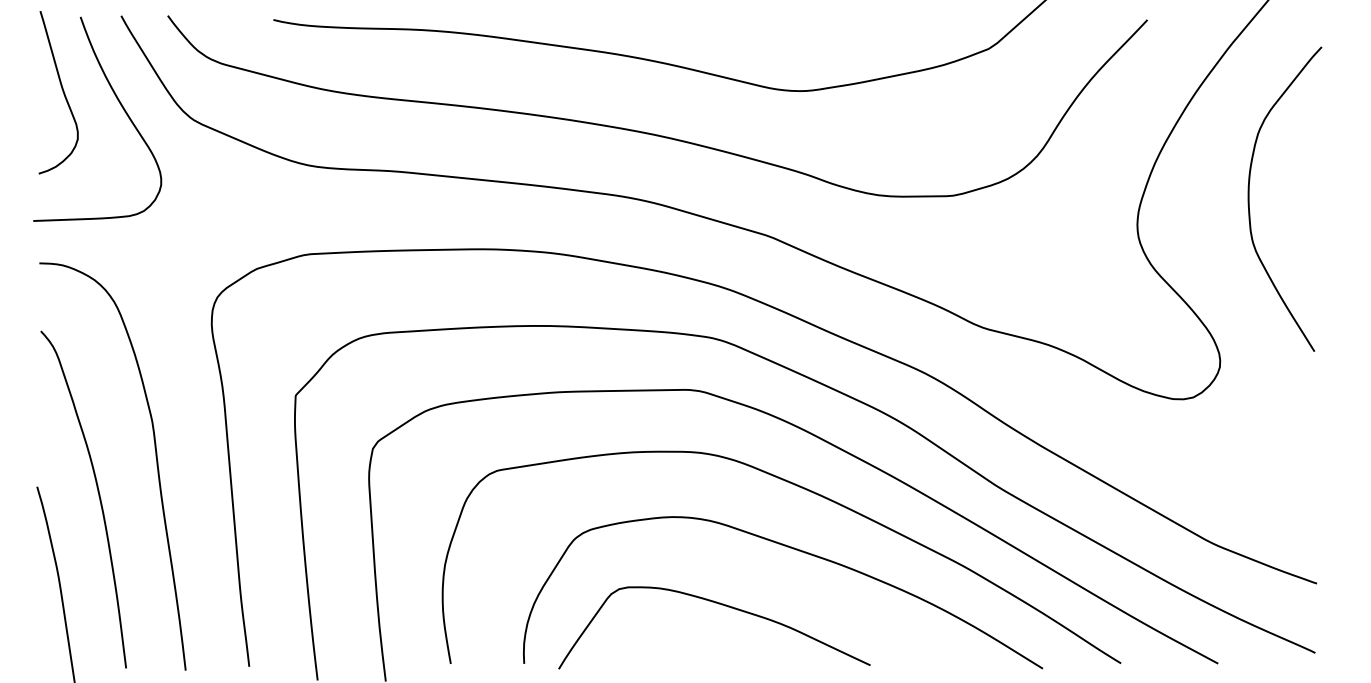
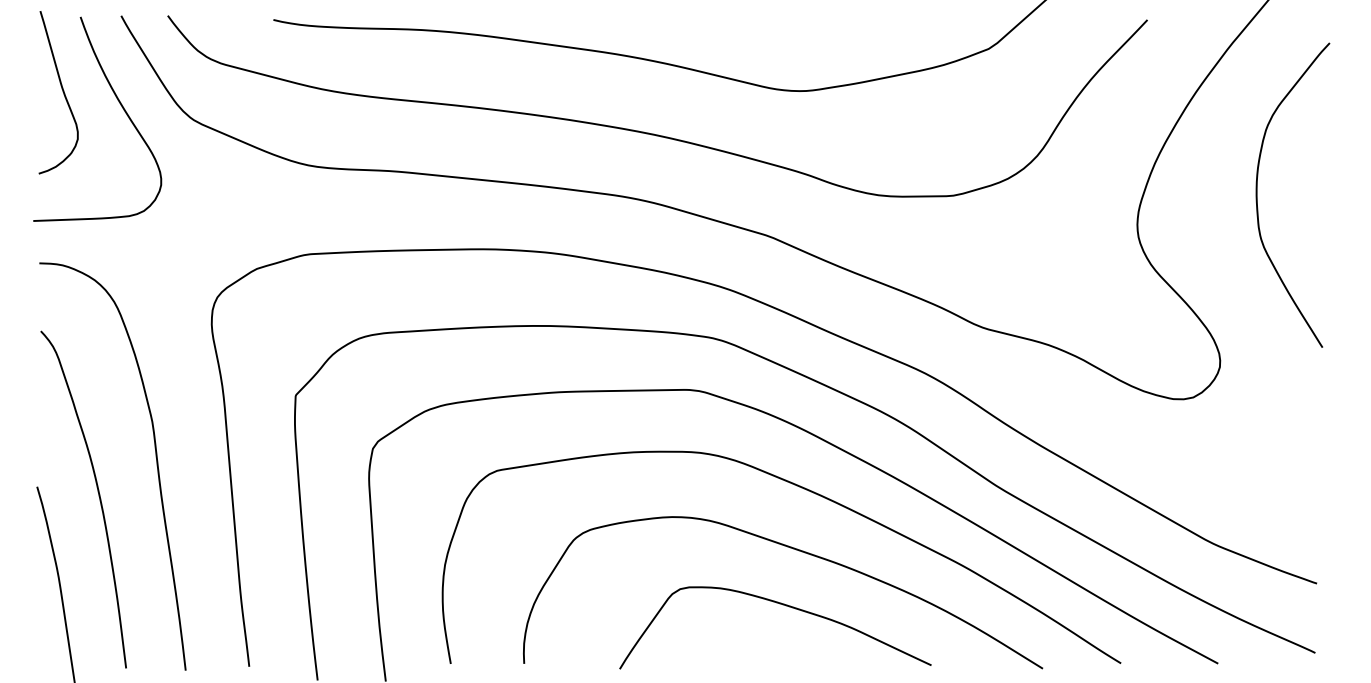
curve at (1249, 198) position: (1249, 198) -> (1257, 194)
curve at (721, 605) position: (721, 605) -> (782, 605)
